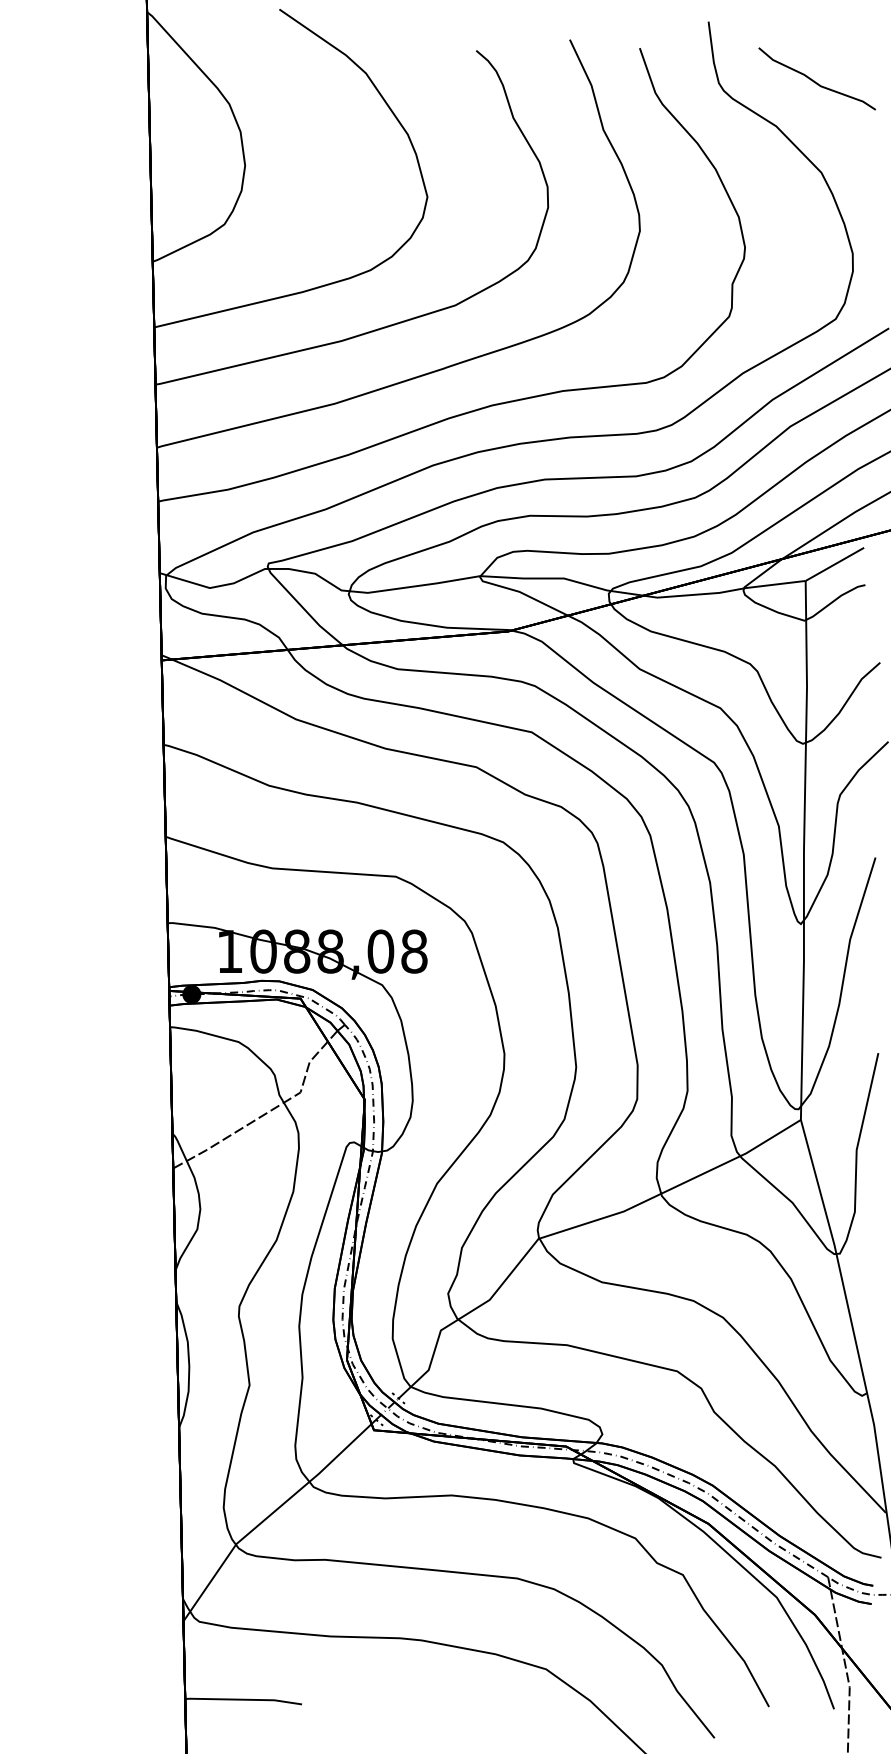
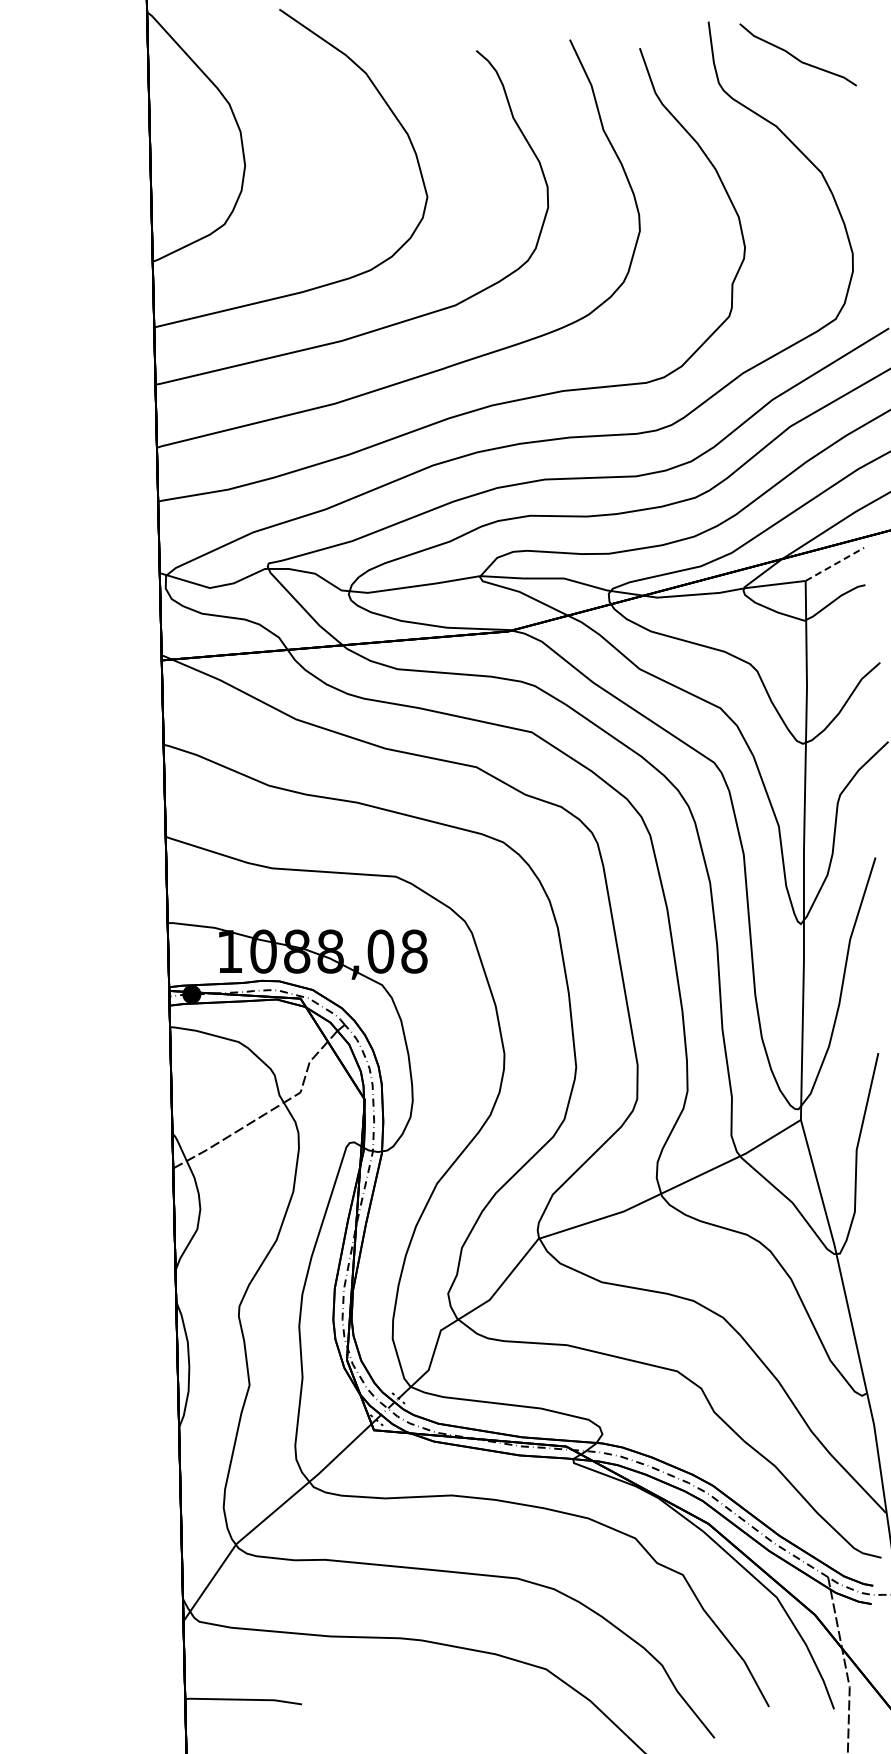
curve at (814, 80) position: (814, 80) -> (795, 56)
line at (834, 564): solid -> dashed
